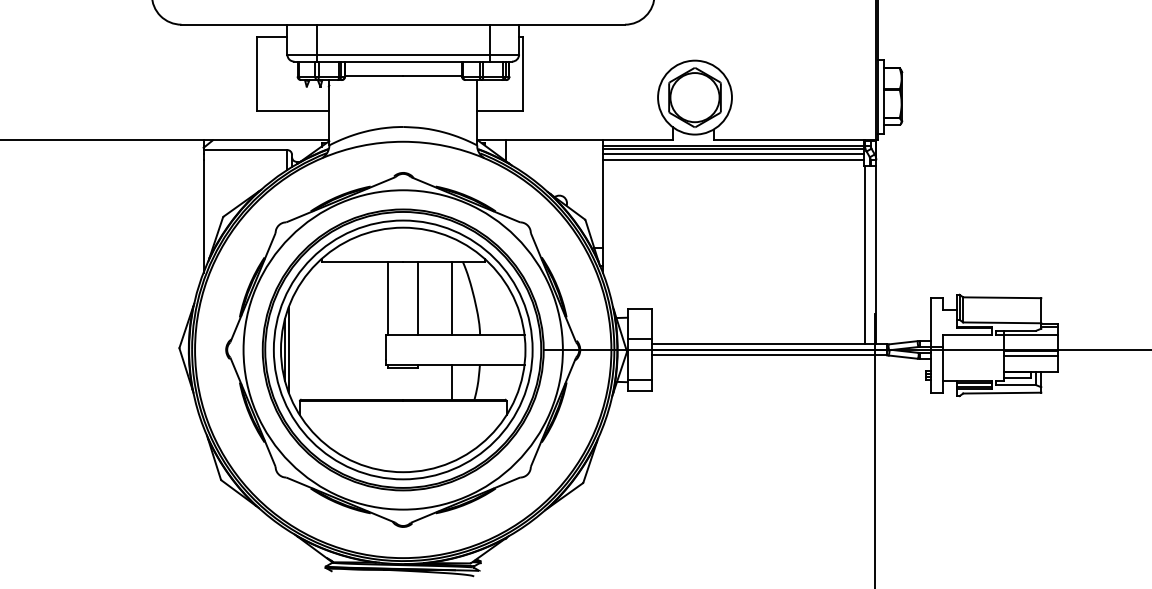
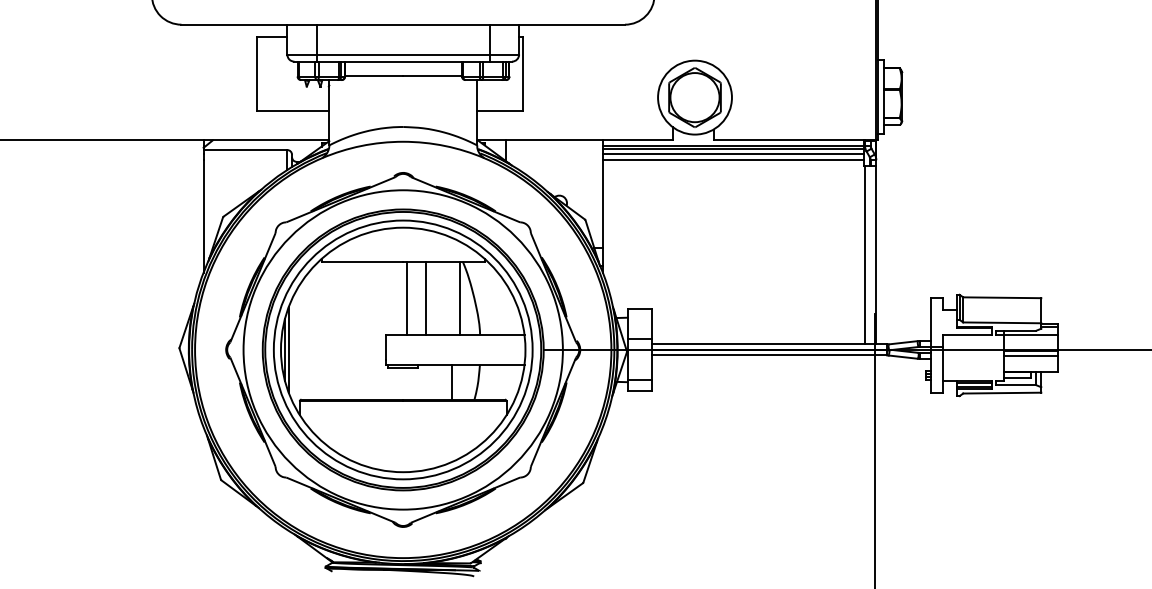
line at (388, 298) position: (388, 298) -> (407, 298)
line at (418, 298) position: (418, 298) -> (426, 298)
line at (451, 298) position: (451, 298) -> (459, 298)
